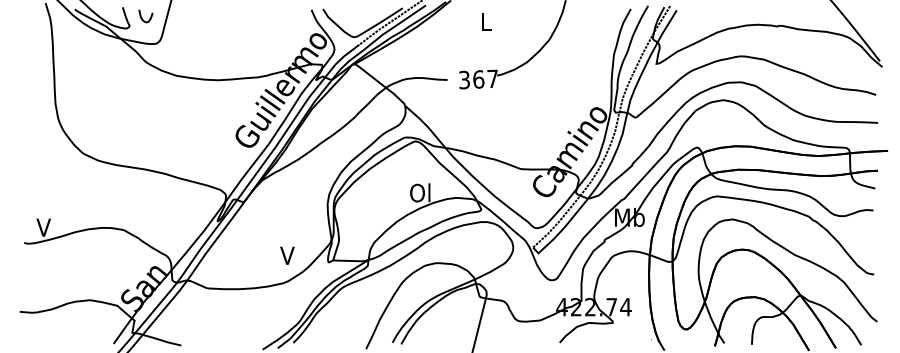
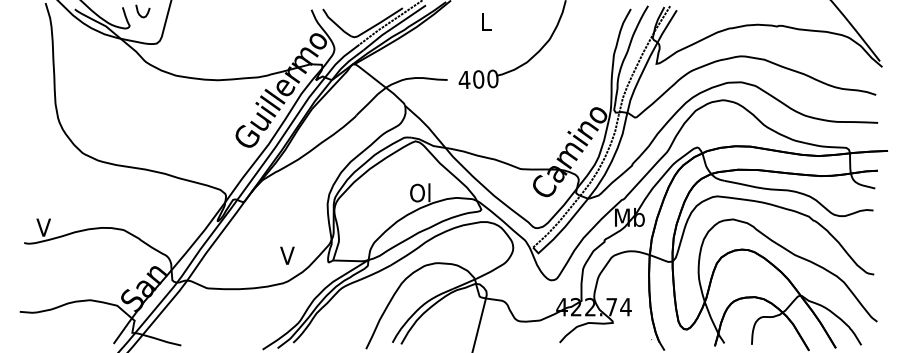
curve at (142, 17) position: (142, 17) -> (139, 12)
text at (478, 79): 367 -> 400
